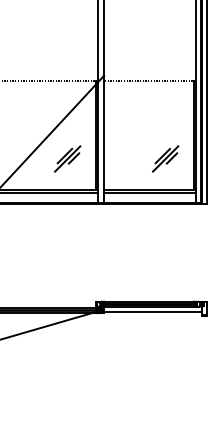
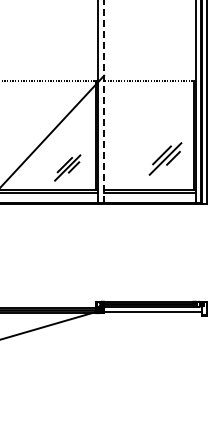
line at (104, 101): solid -> dashed
part at (67, 158) position: (67, 158) -> (67, 167)
part at (165, 158) size: 28x28 px -> 35x34 px
